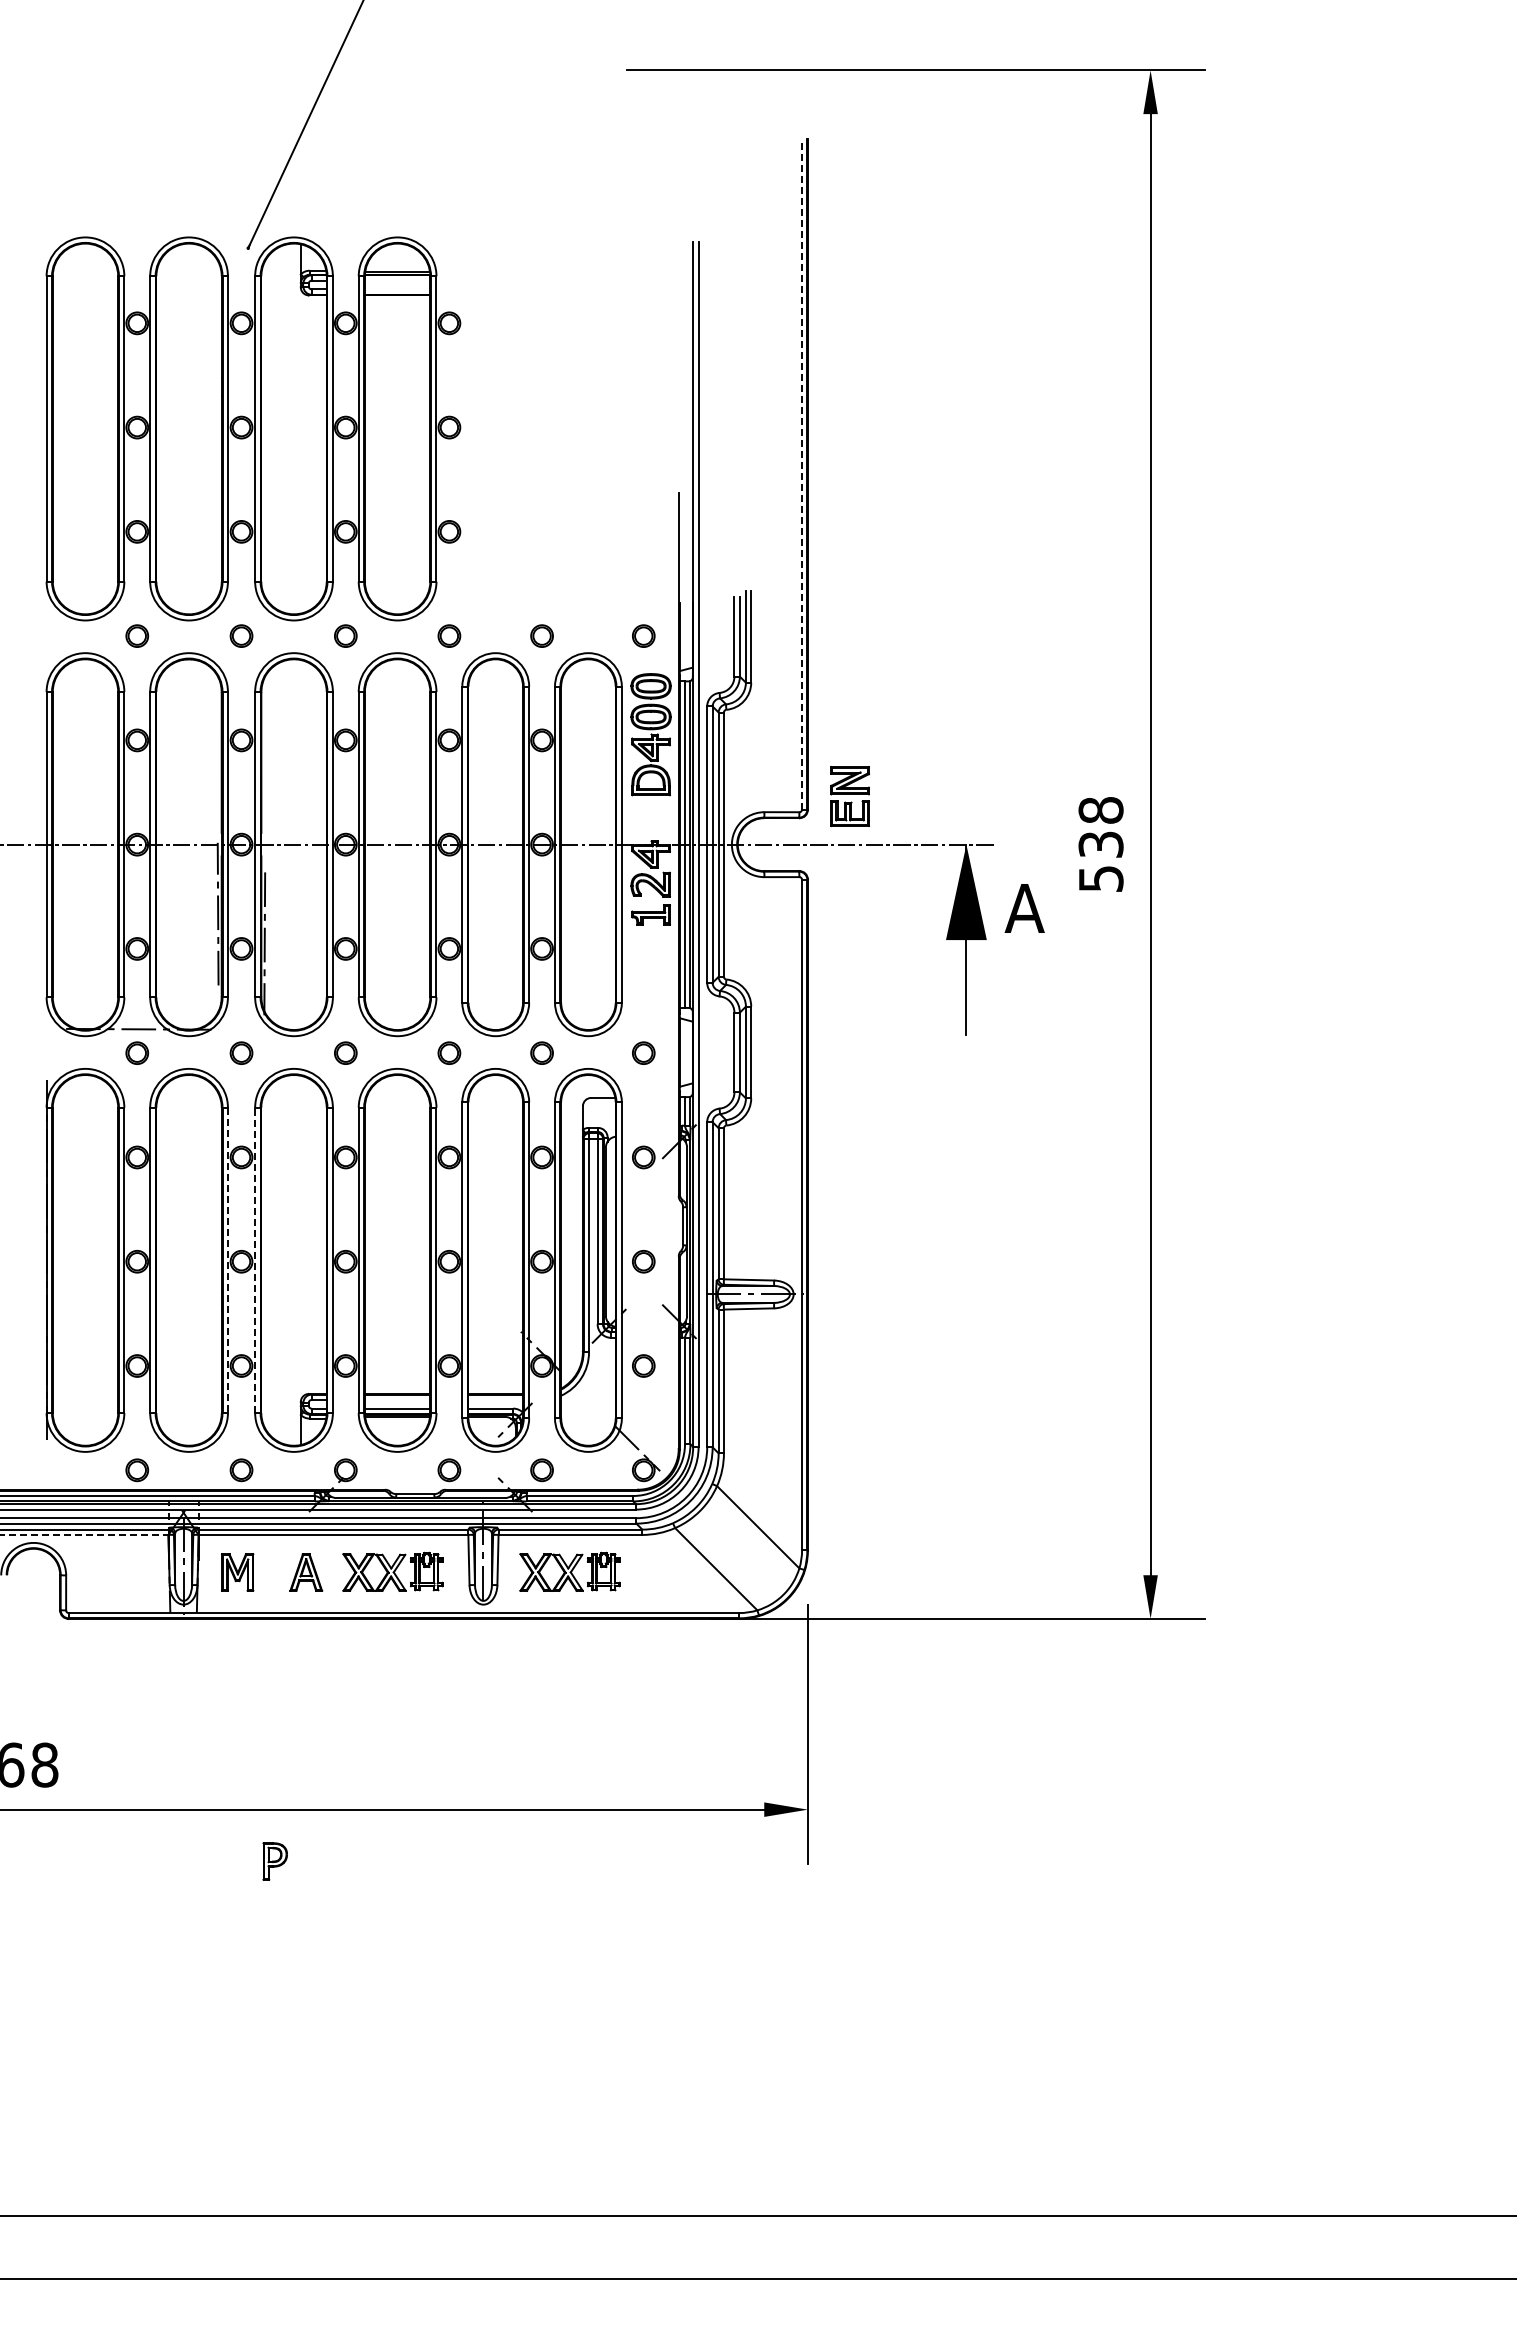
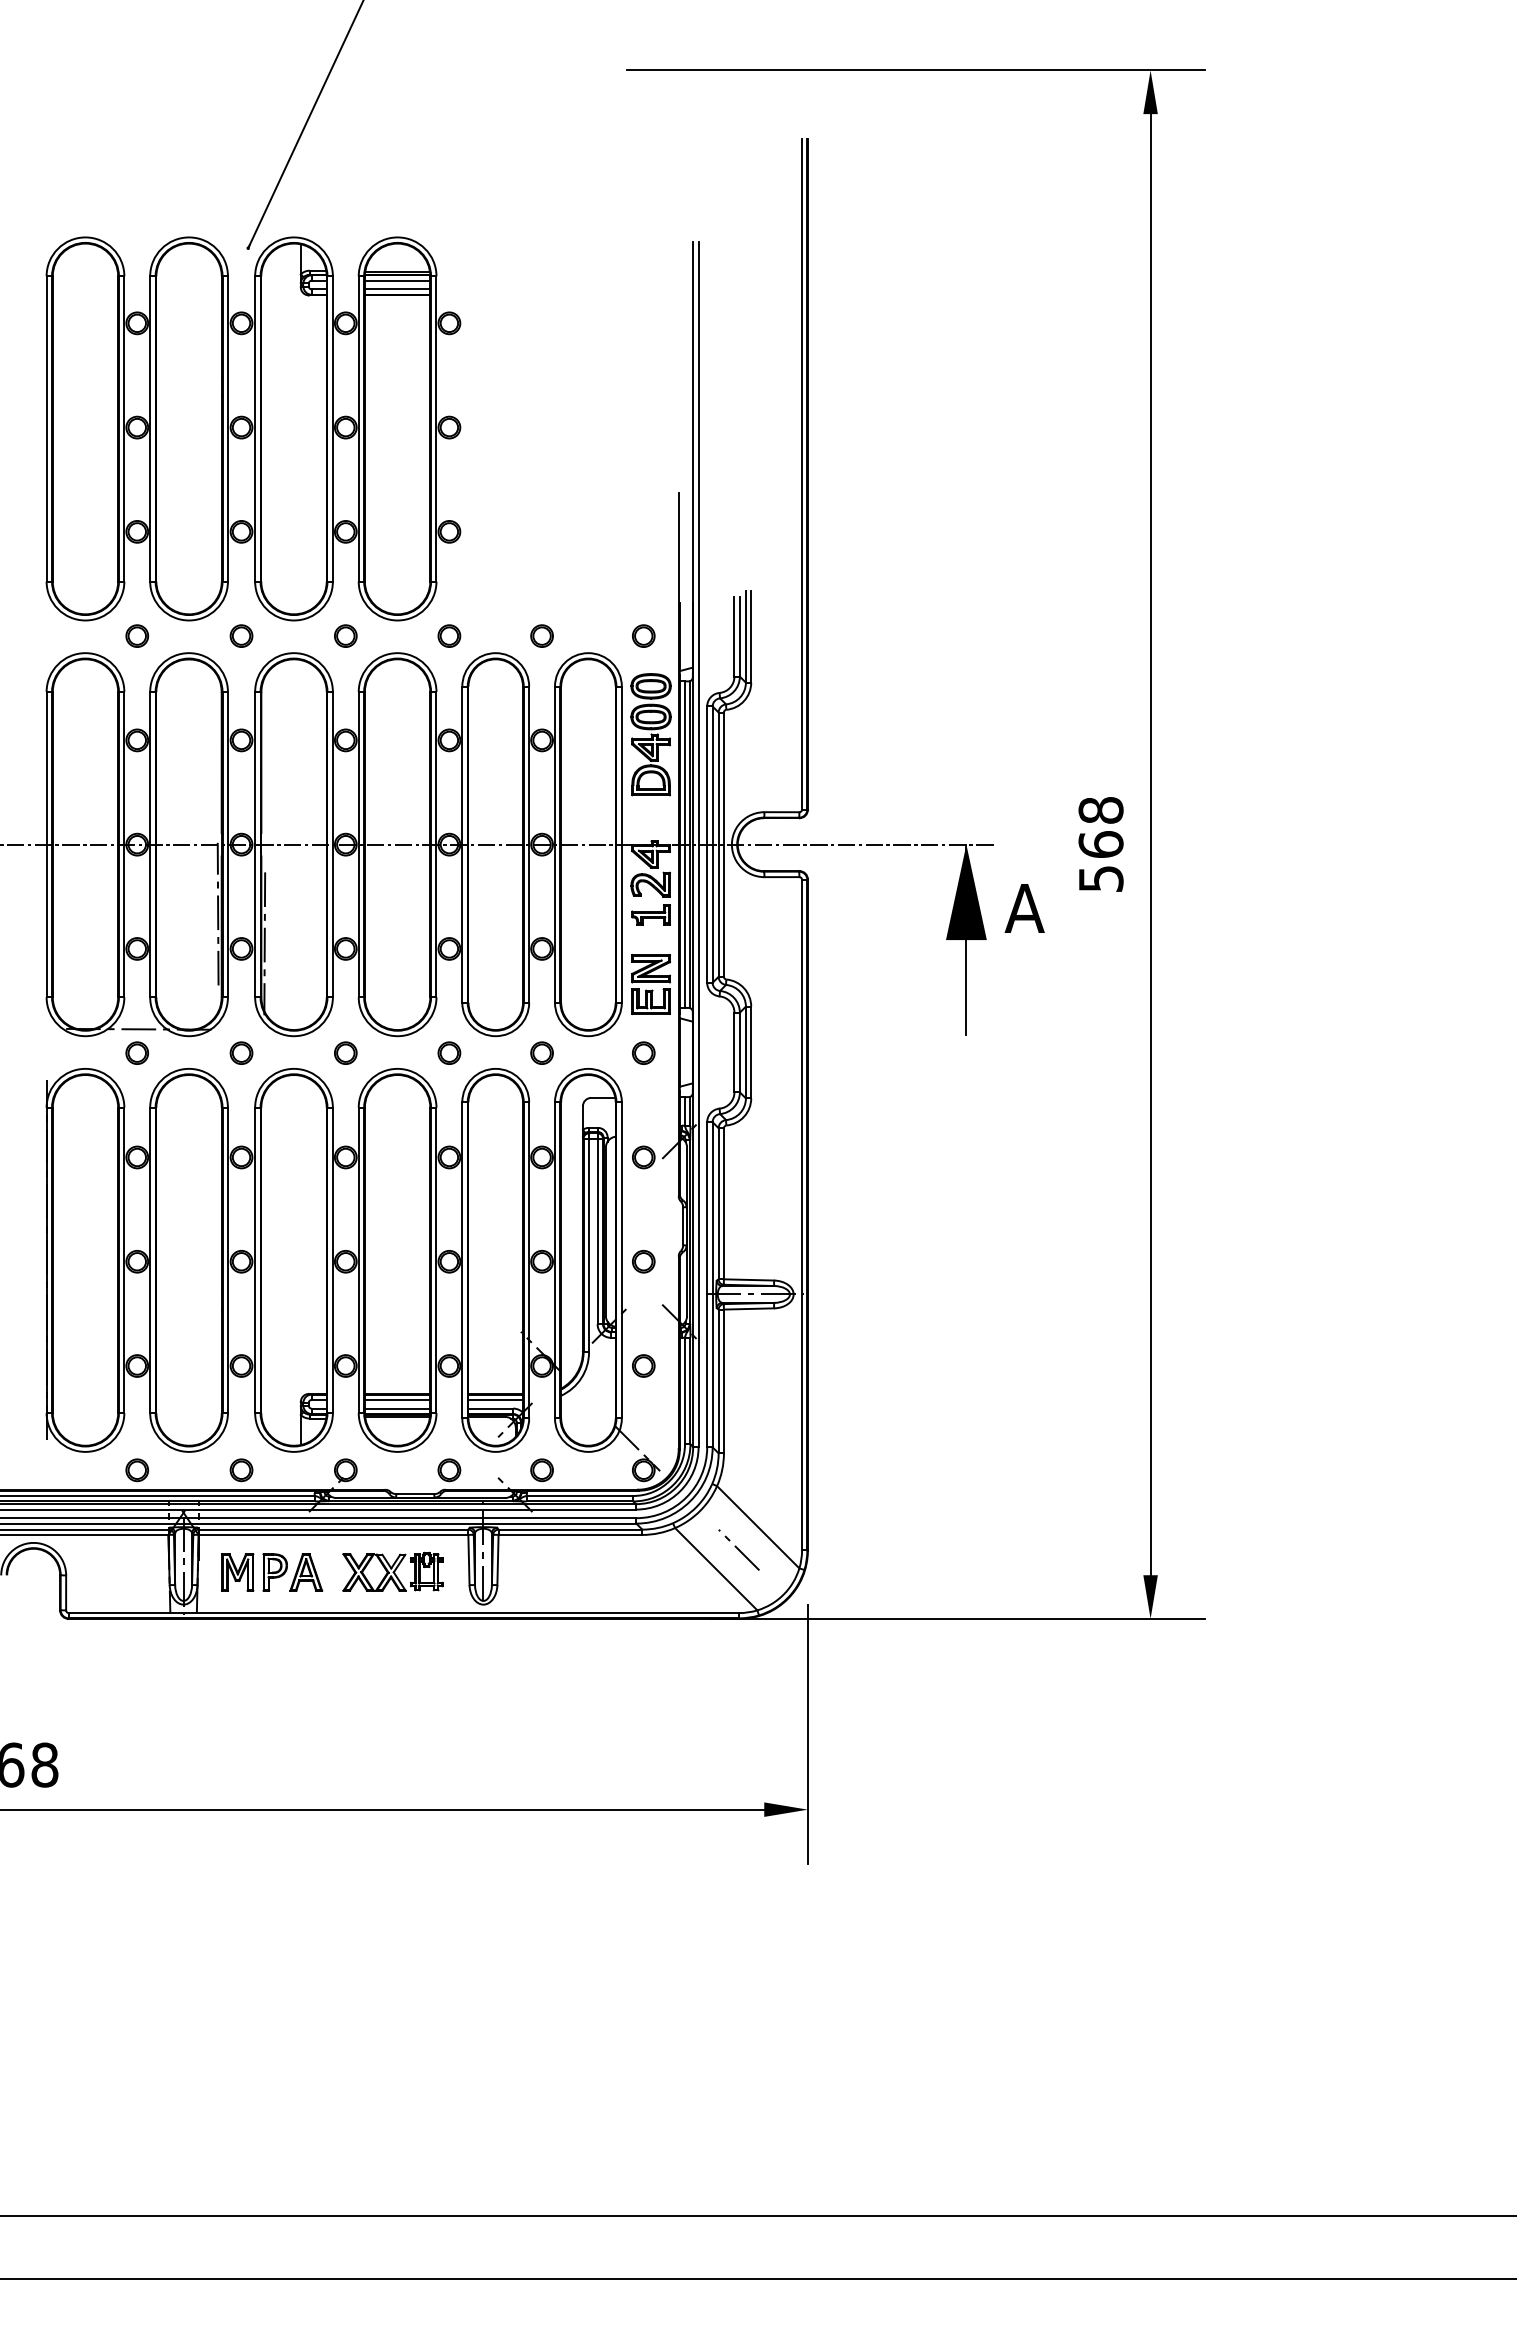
line at (397, 280): none -> present
line at (397, 289): none -> present
line at (802, 473): dashed -> solid
part at (849, 796) position: (849, 796) -> (650, 984)
text at (1100, 844): 538 -> 568
line at (227, 1260): dashed -> solid
line at (255, 1260): dashed -> solid
line at (397, 1400): none -> present
line at (495, 1400): none -> present
line at (84, 1534): dashed -> solid
line at (738, 1549): none -> present
part at (569, 1571): present -> none
part at (274, 1861) position: (274, 1861) -> (274, 1572)
